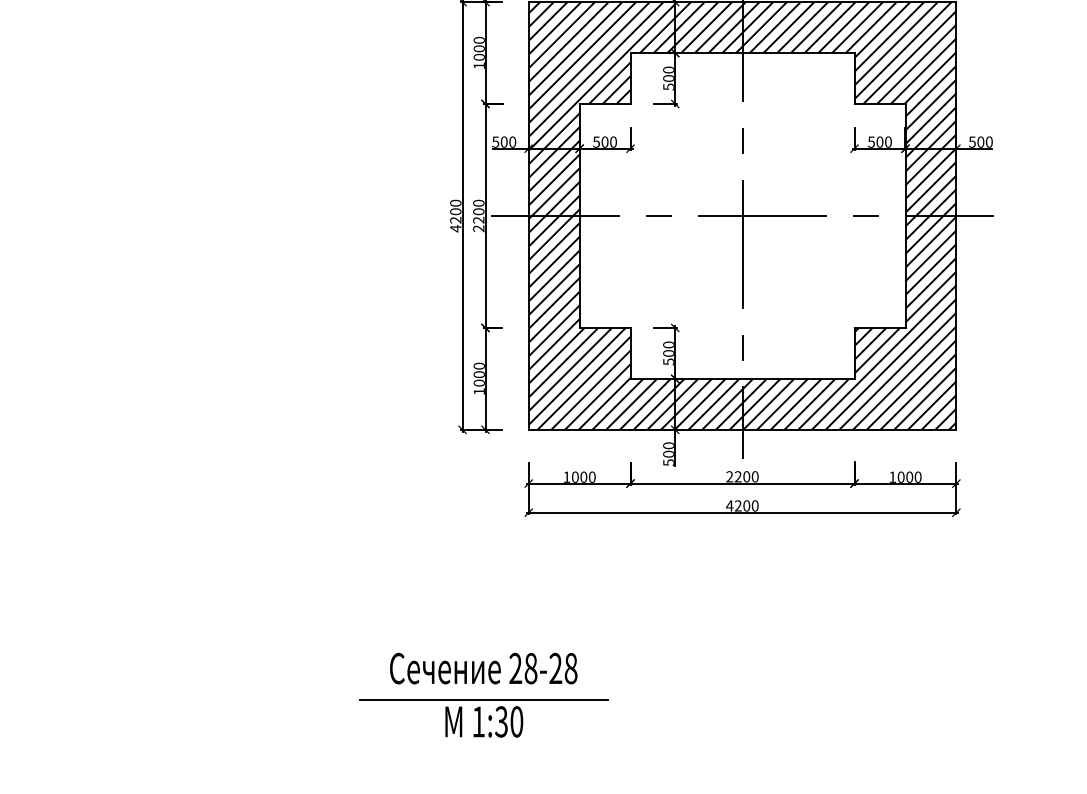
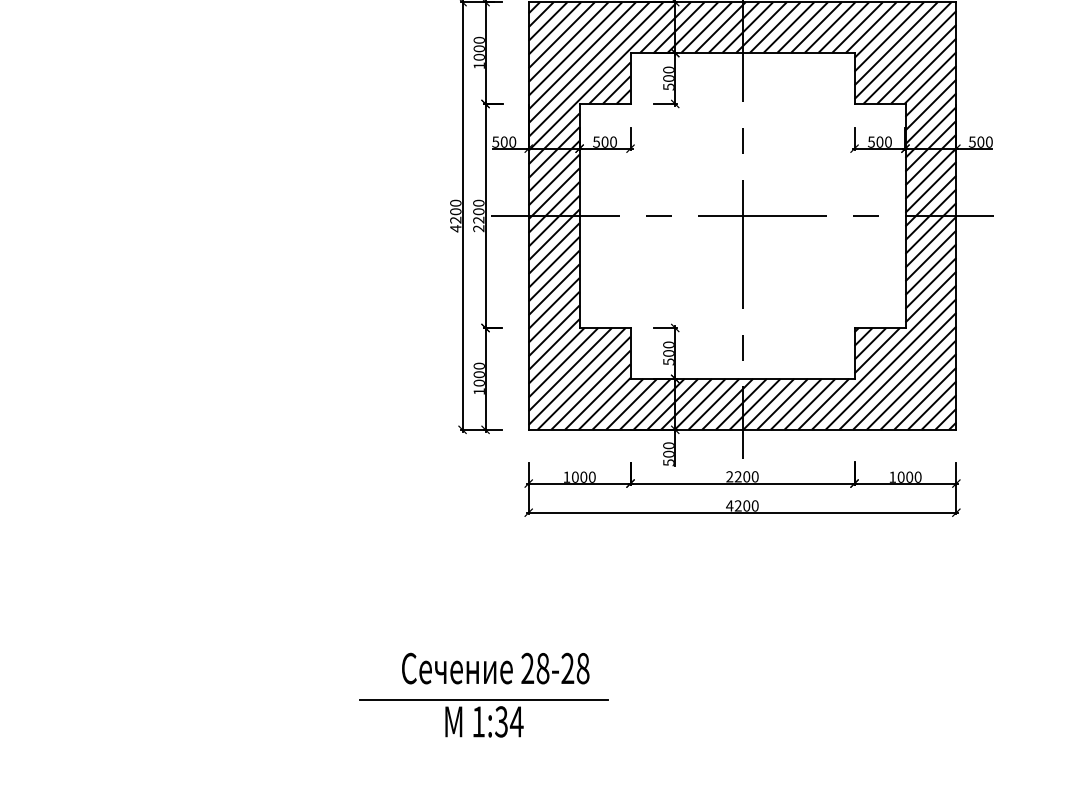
text at (483, 668) position: (483, 668) -> (495, 668)
text at (516, 721): 1:30 -> 1:34
